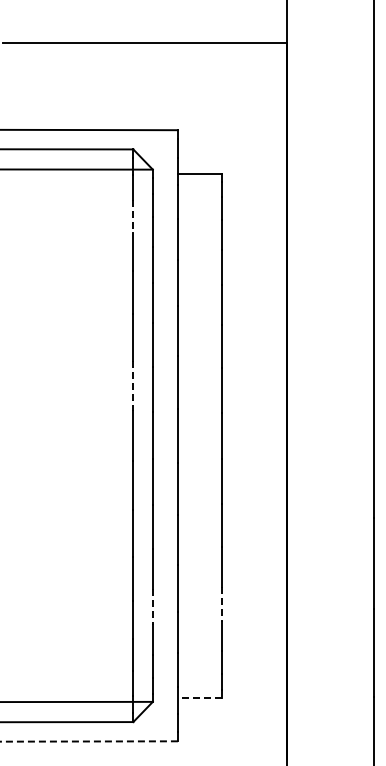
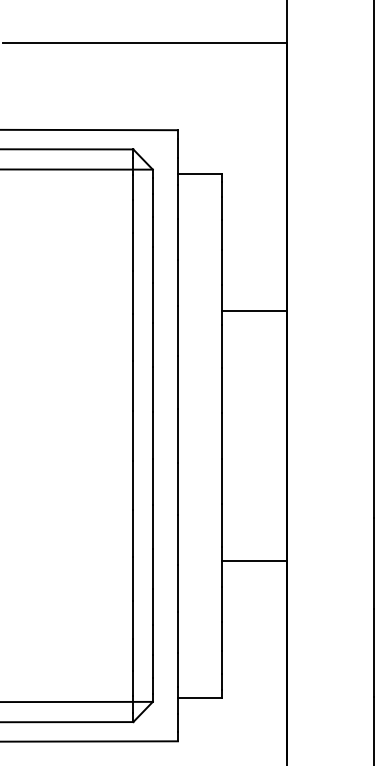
line at (133, 216): dashed -> solid
line at (254, 310): none -> present
line at (133, 386): dashed -> solid
line at (254, 560): none -> present
line at (221, 604): dashed -> solid
line at (152, 606): dashed -> solid
line at (199, 697): dashed -> solid
line at (88, 741): dashed -> solid
